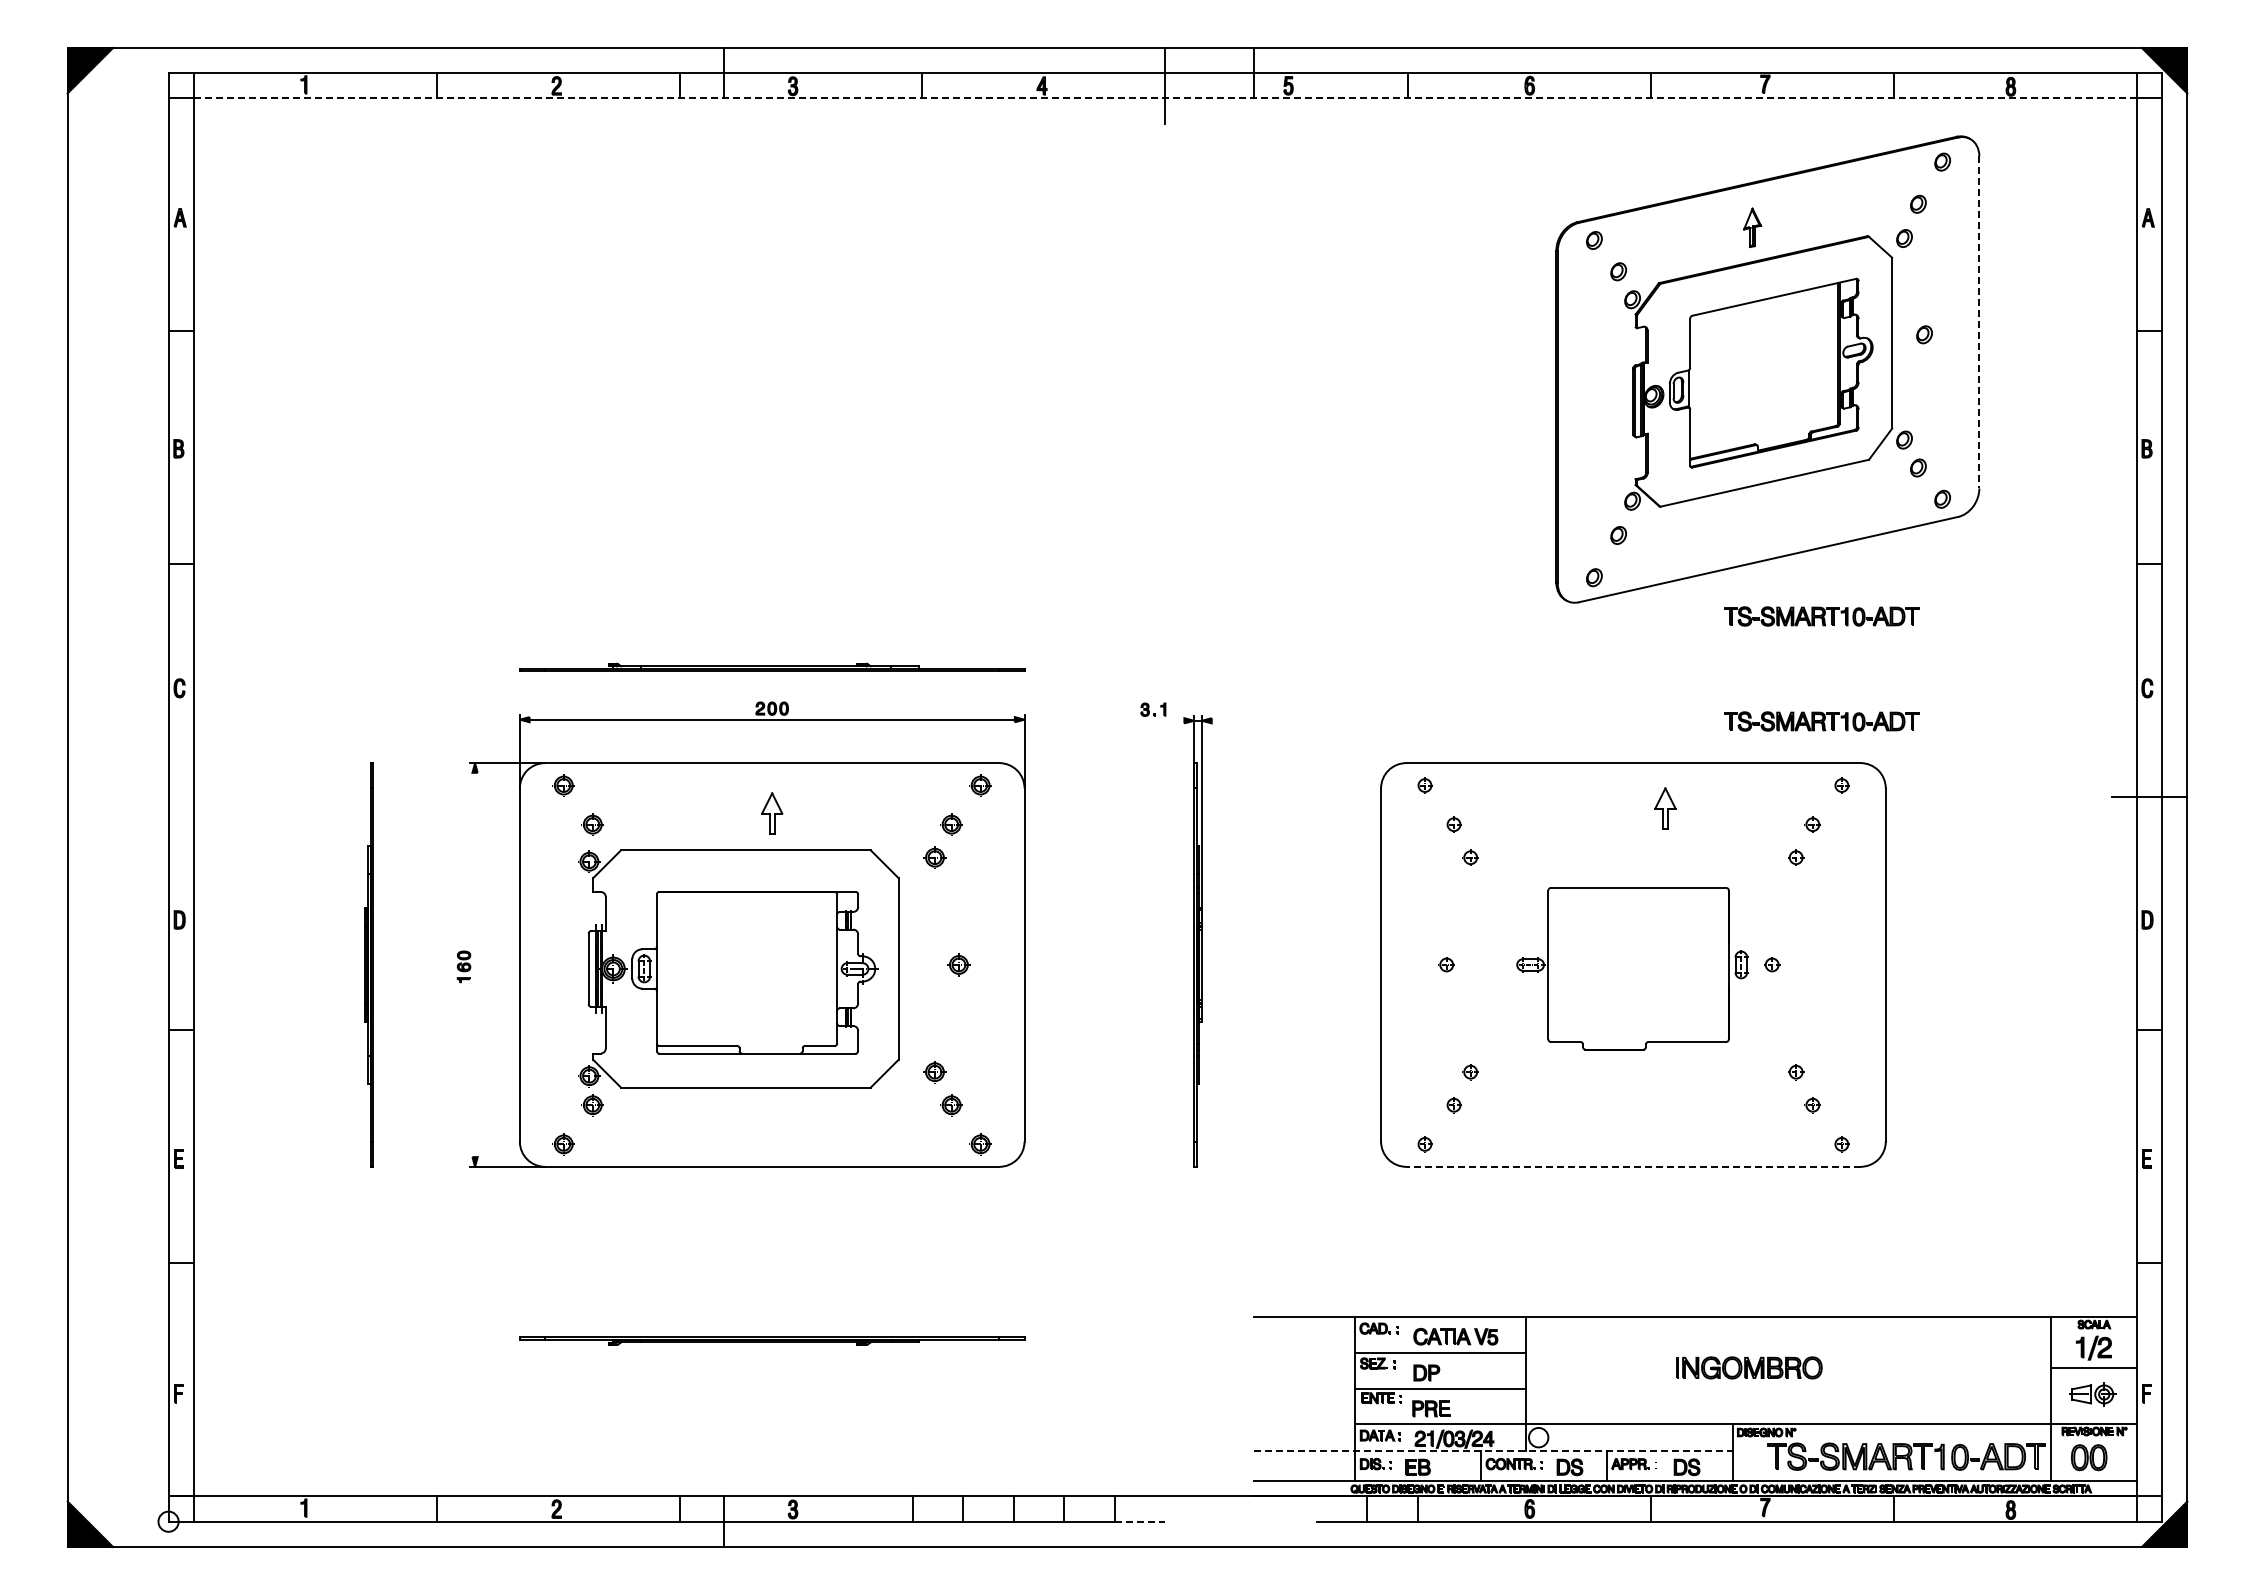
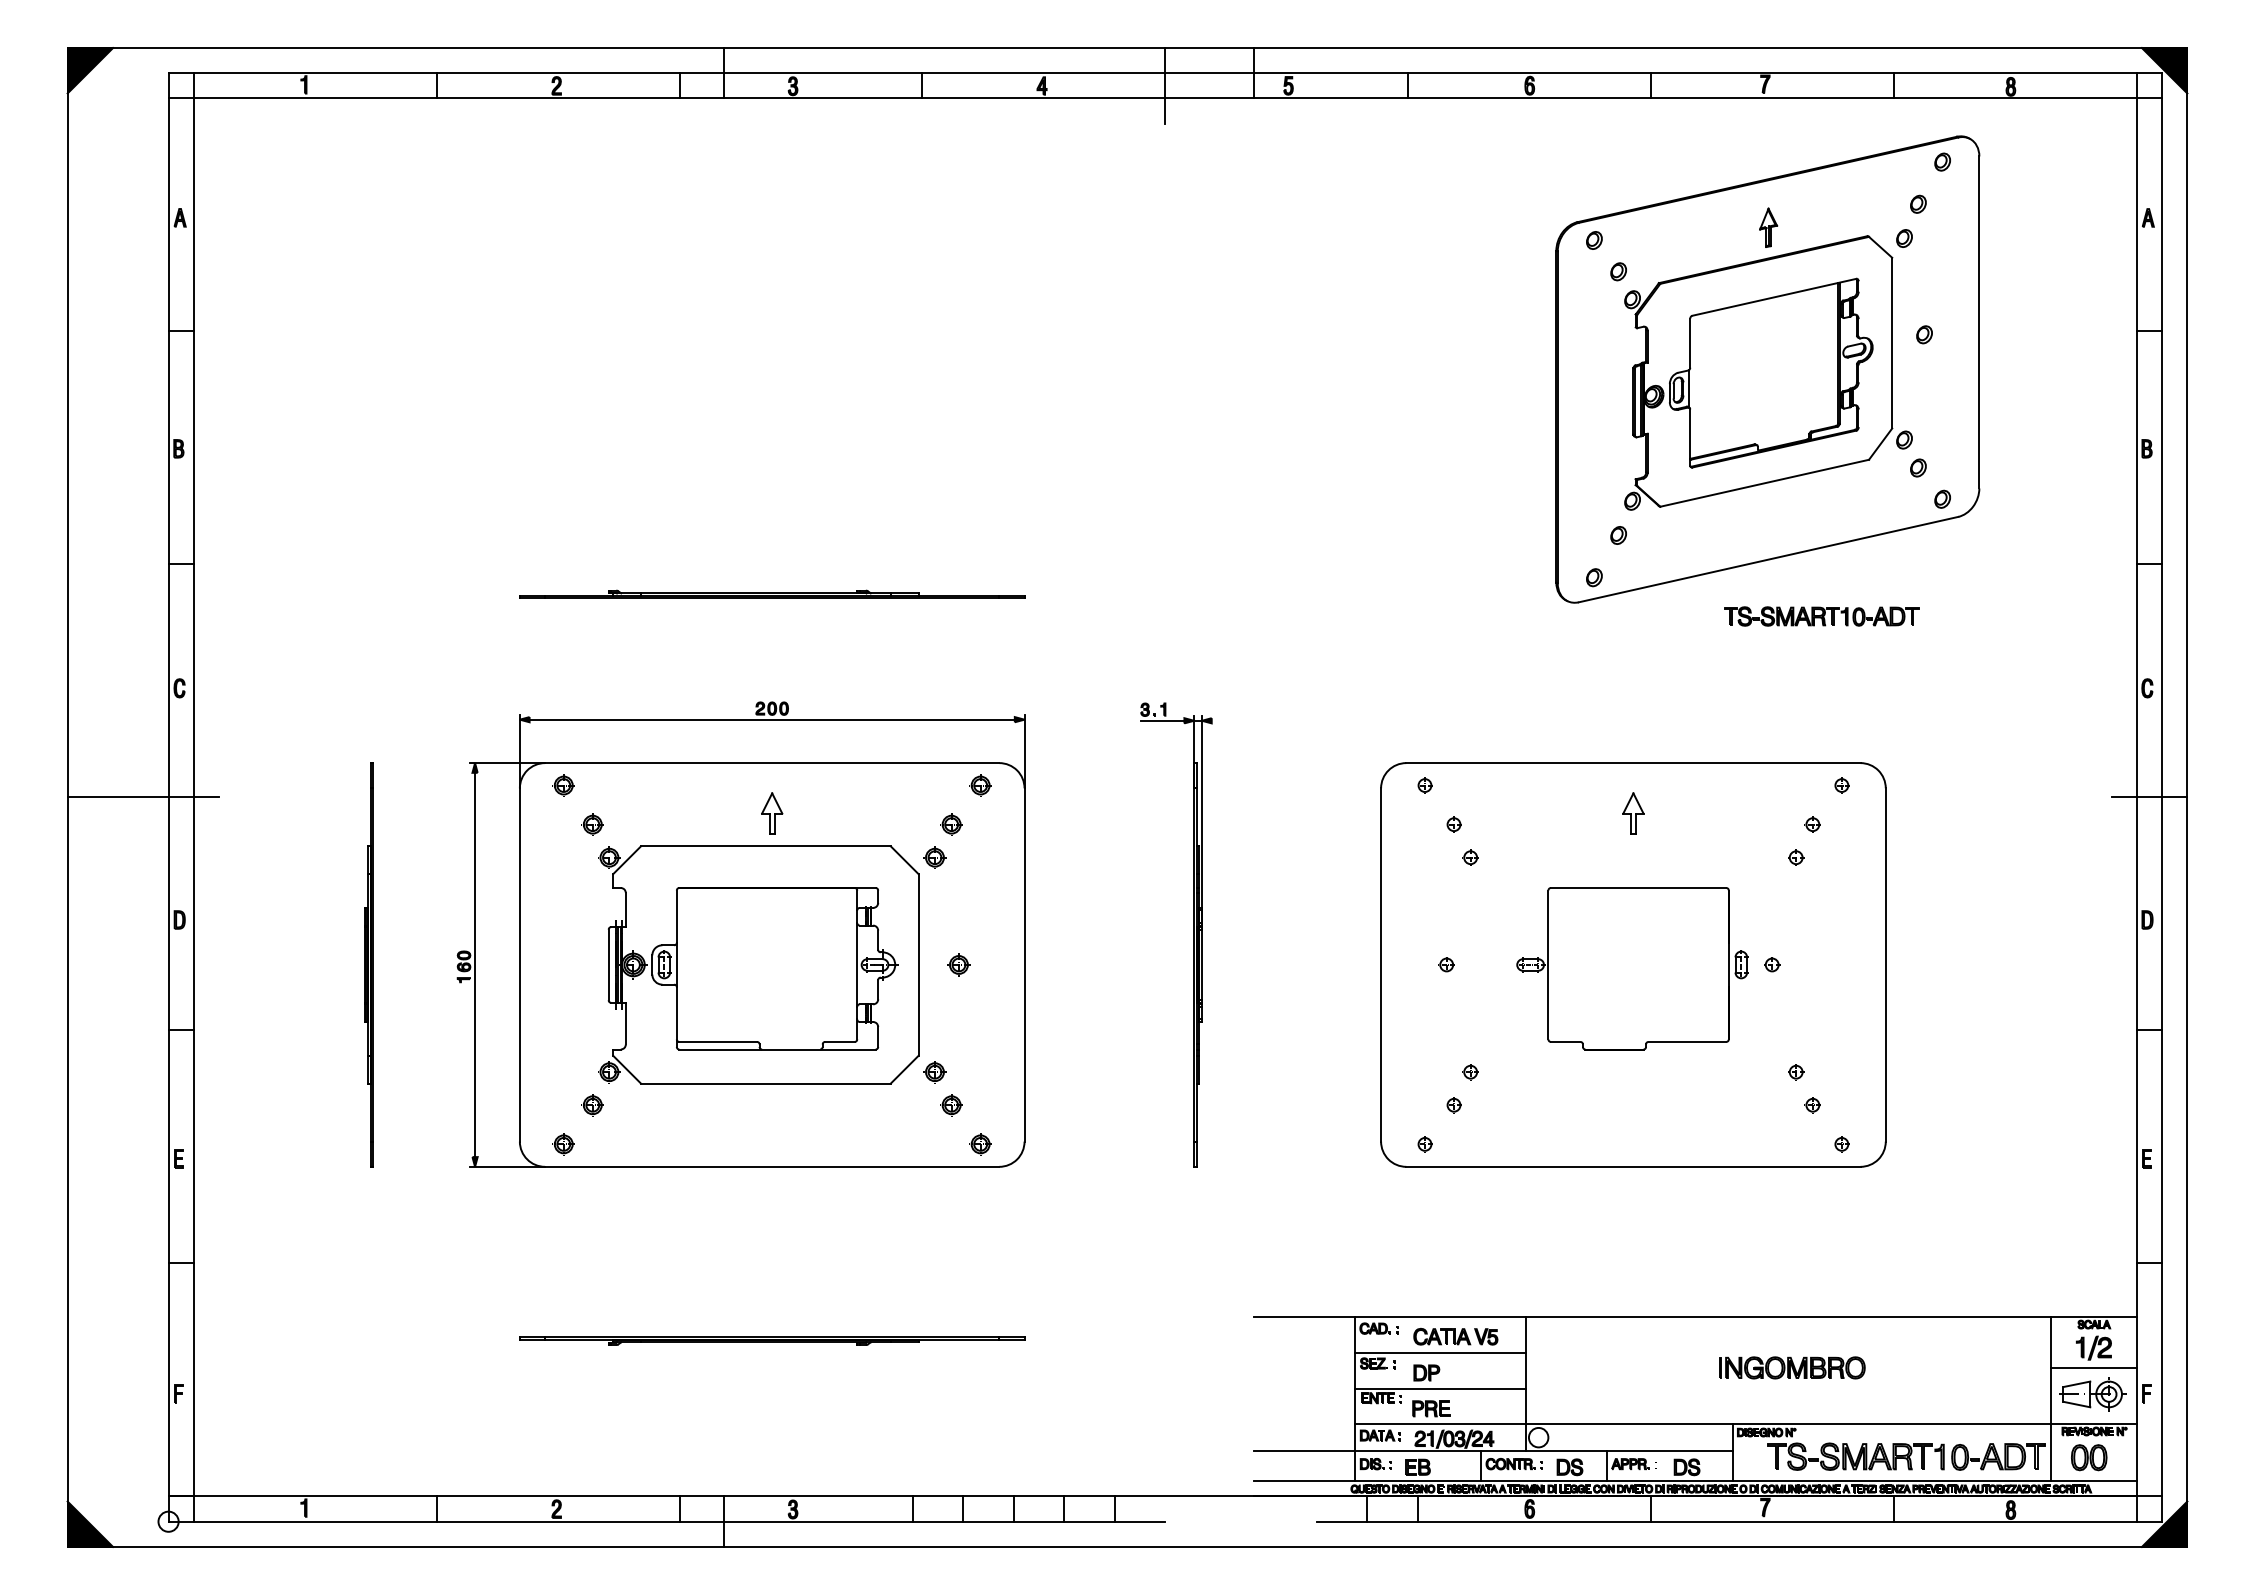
line at (1165, 98): dashed -> solid
part at (1752, 227) position: (1752, 227) -> (1768, 227)
line at (1979, 322): dashed -> solid
part at (772, 666) position: (772, 666) -> (772, 593)
line at (1162, 720): none -> present
part at (1821, 721): present -> none
line at (143, 797): none -> present
part at (1665, 808) position: (1665, 808) -> (1633, 813)
line at (475, 964): none -> present
part at (738, 968) position: (738, 968) -> (758, 964)
line at (1632, 1166): dashed -> solid
part at (1749, 1367) position: (1749, 1367) -> (1792, 1367)
part at (2092, 1394) size: 48x25 px -> 68x35 px
line at (1493, 1451): dashed -> solid
line at (1140, 1521): dashed -> solid
